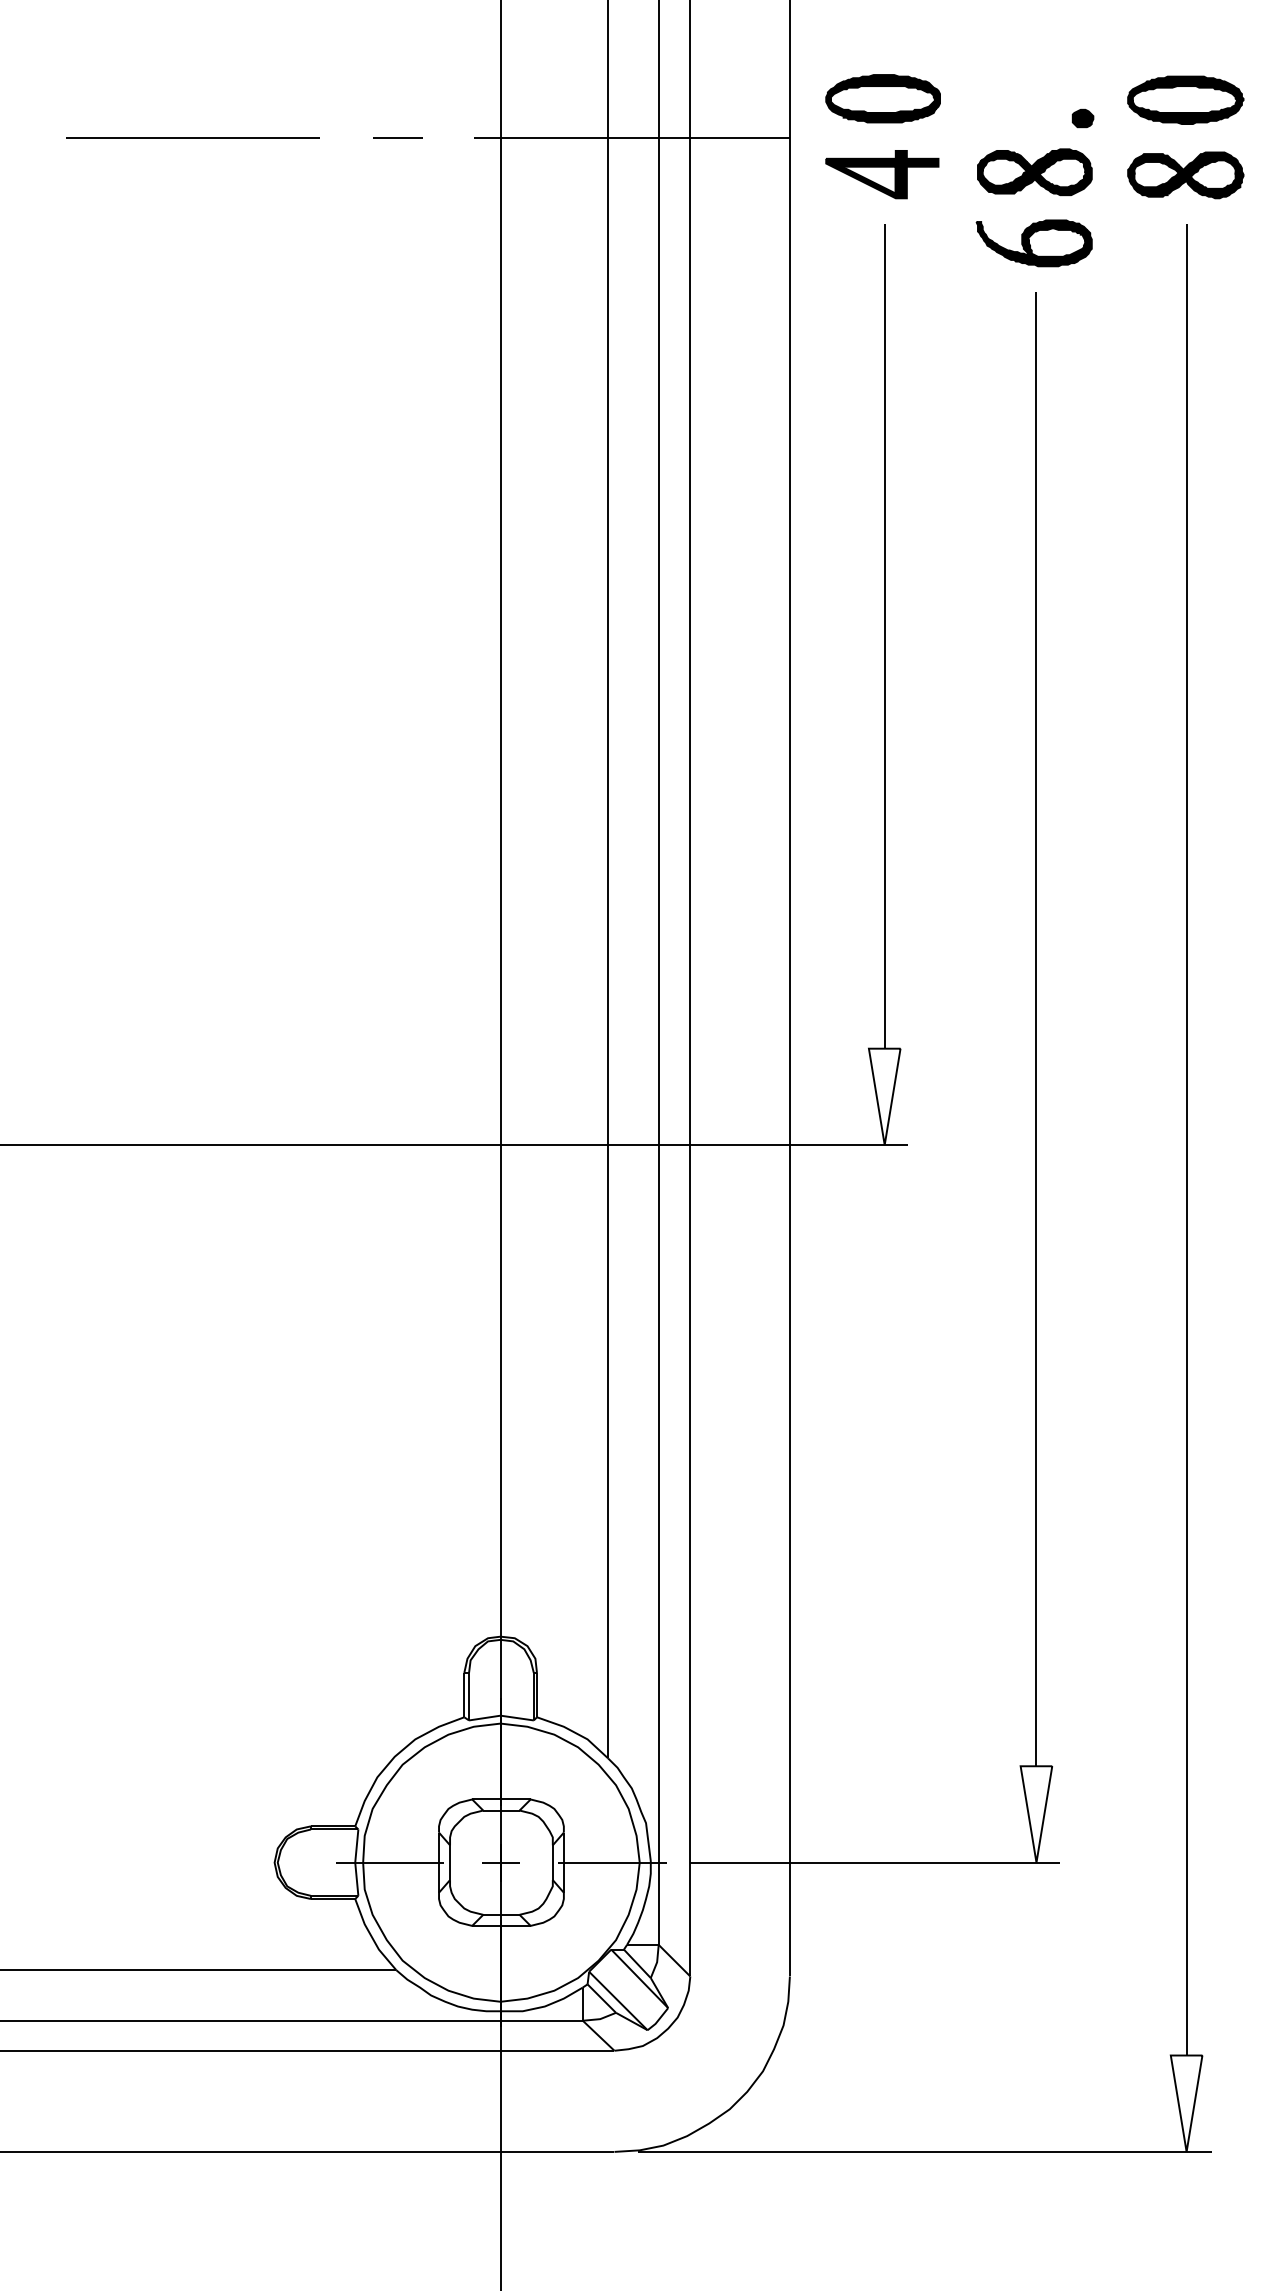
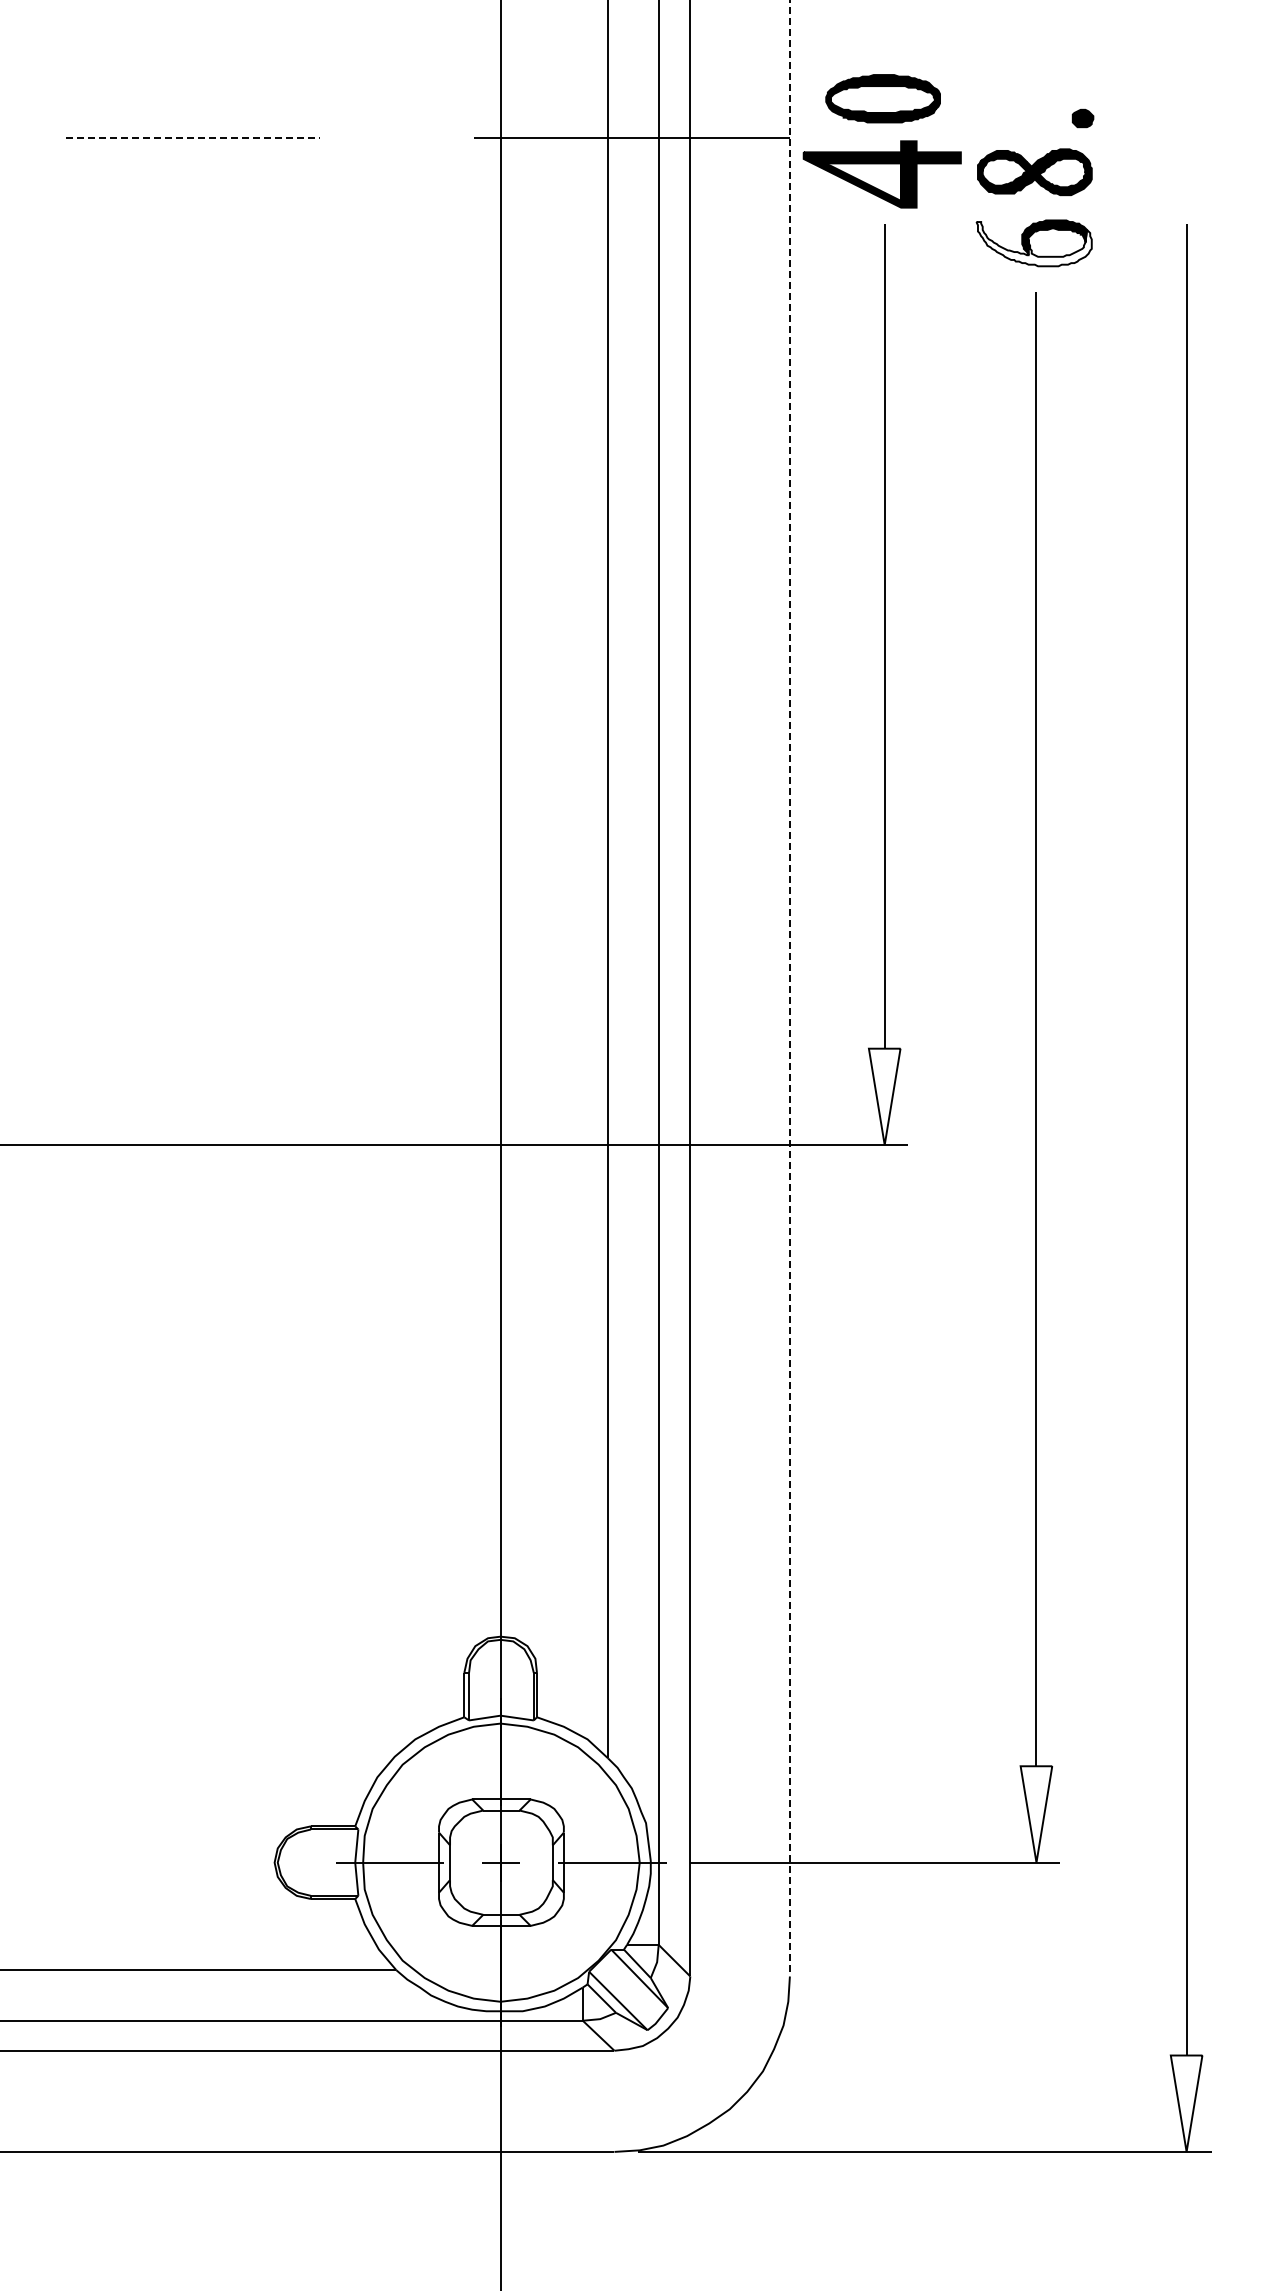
part at (1185, 99): present -> none
line at (397, 137): present -> none
line at (193, 138): solid -> dashed
part at (882, 174) size: 115x50 px -> 160x69 px
part at (1185, 175): present -> none
fill at (1033, 244): present -> none
line at (789, 988): solid -> dashed
